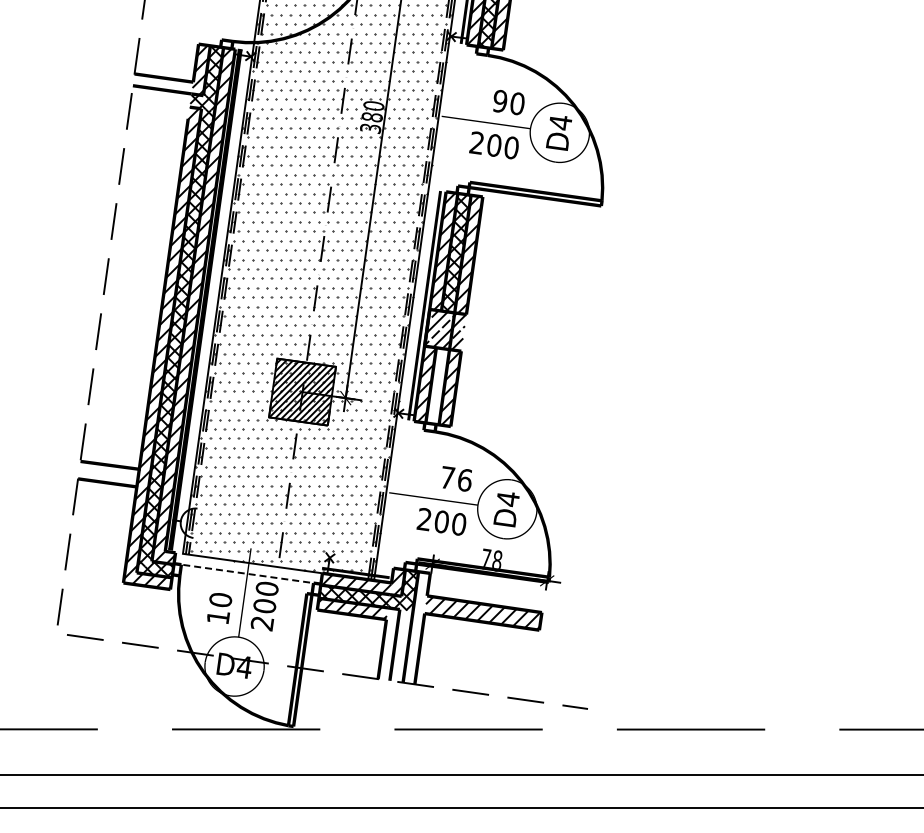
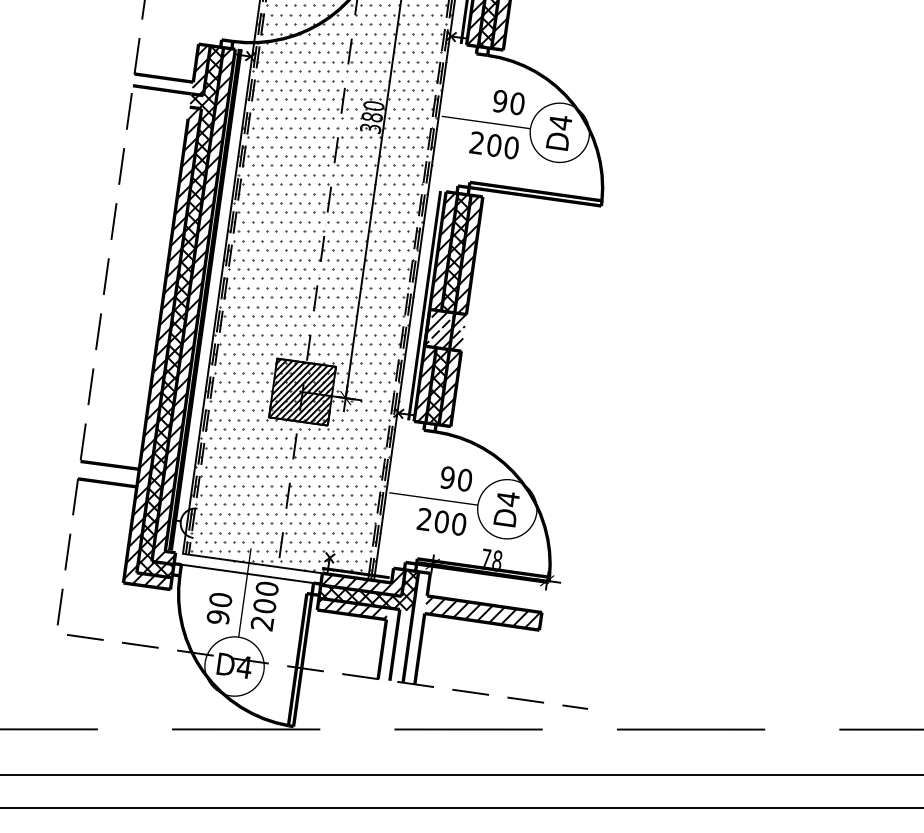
hatch at (438, 385): none -> present
text at (456, 478): 76 -> 90
line at (247, 573): dashed -> solid
text at (218, 617): 10 -> 90
